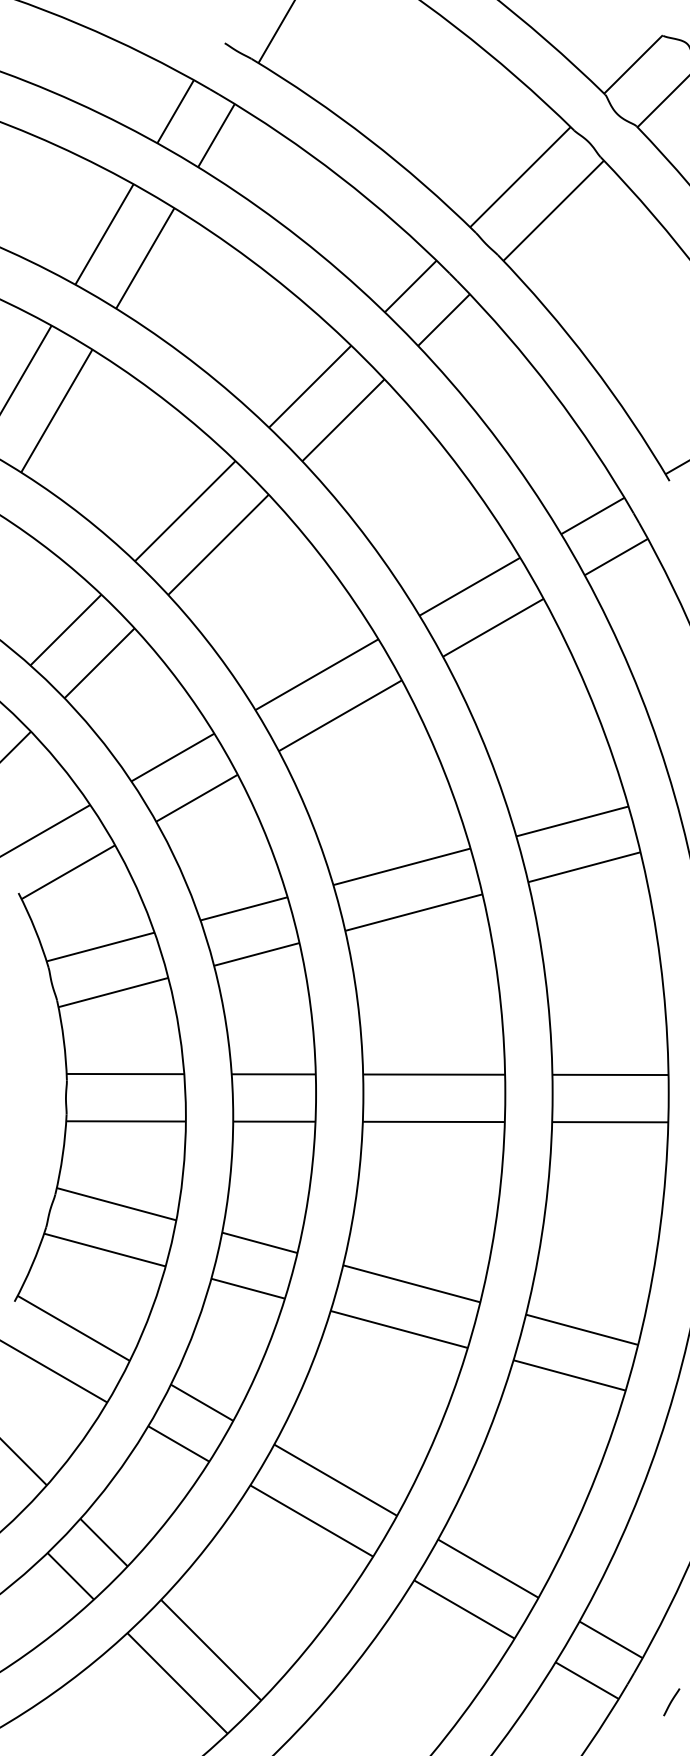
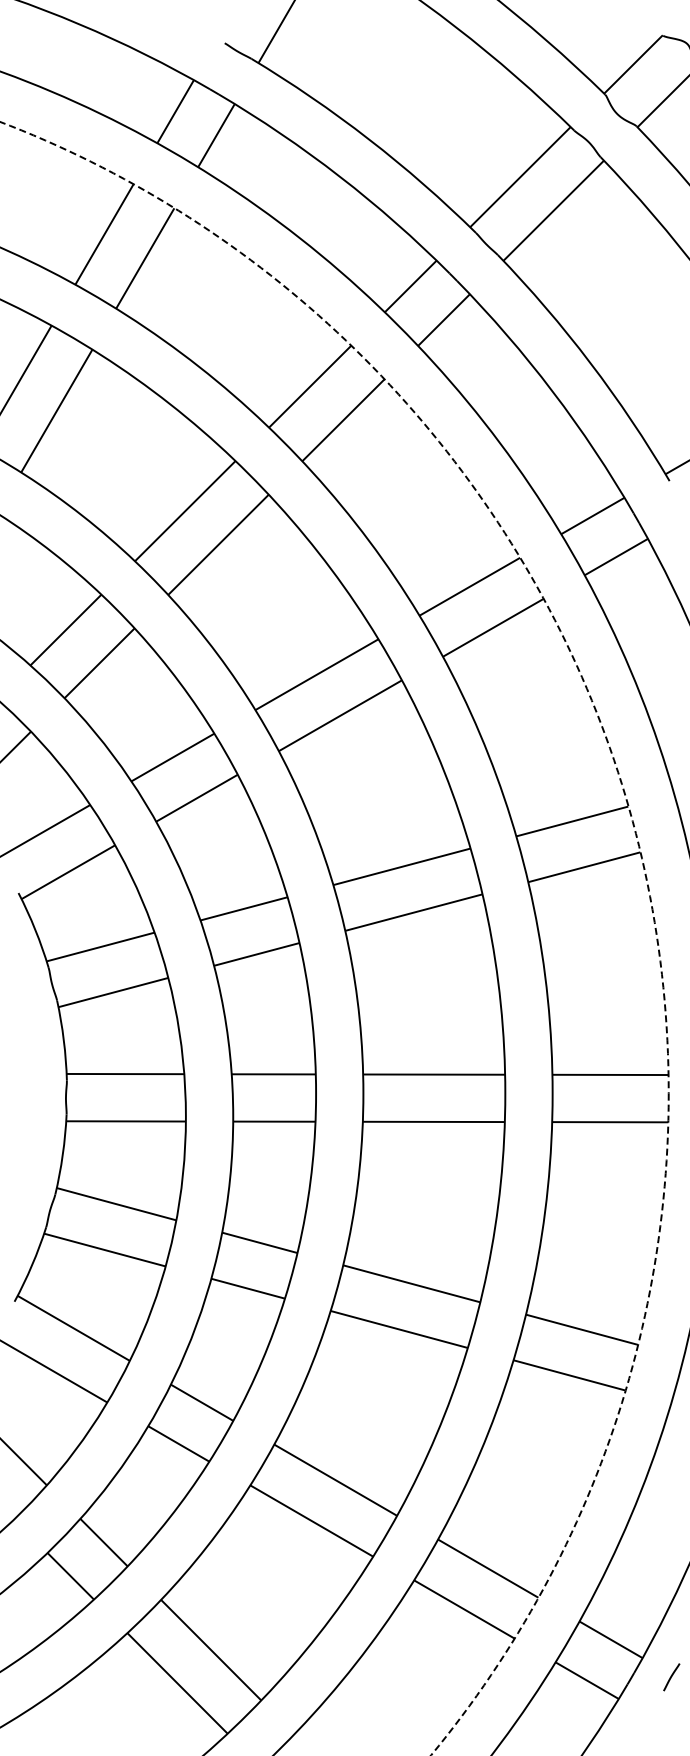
circle at (334, 938): solid -> dashed
line at (671, 1702) position: (671, 1702) -> (671, 1677)
